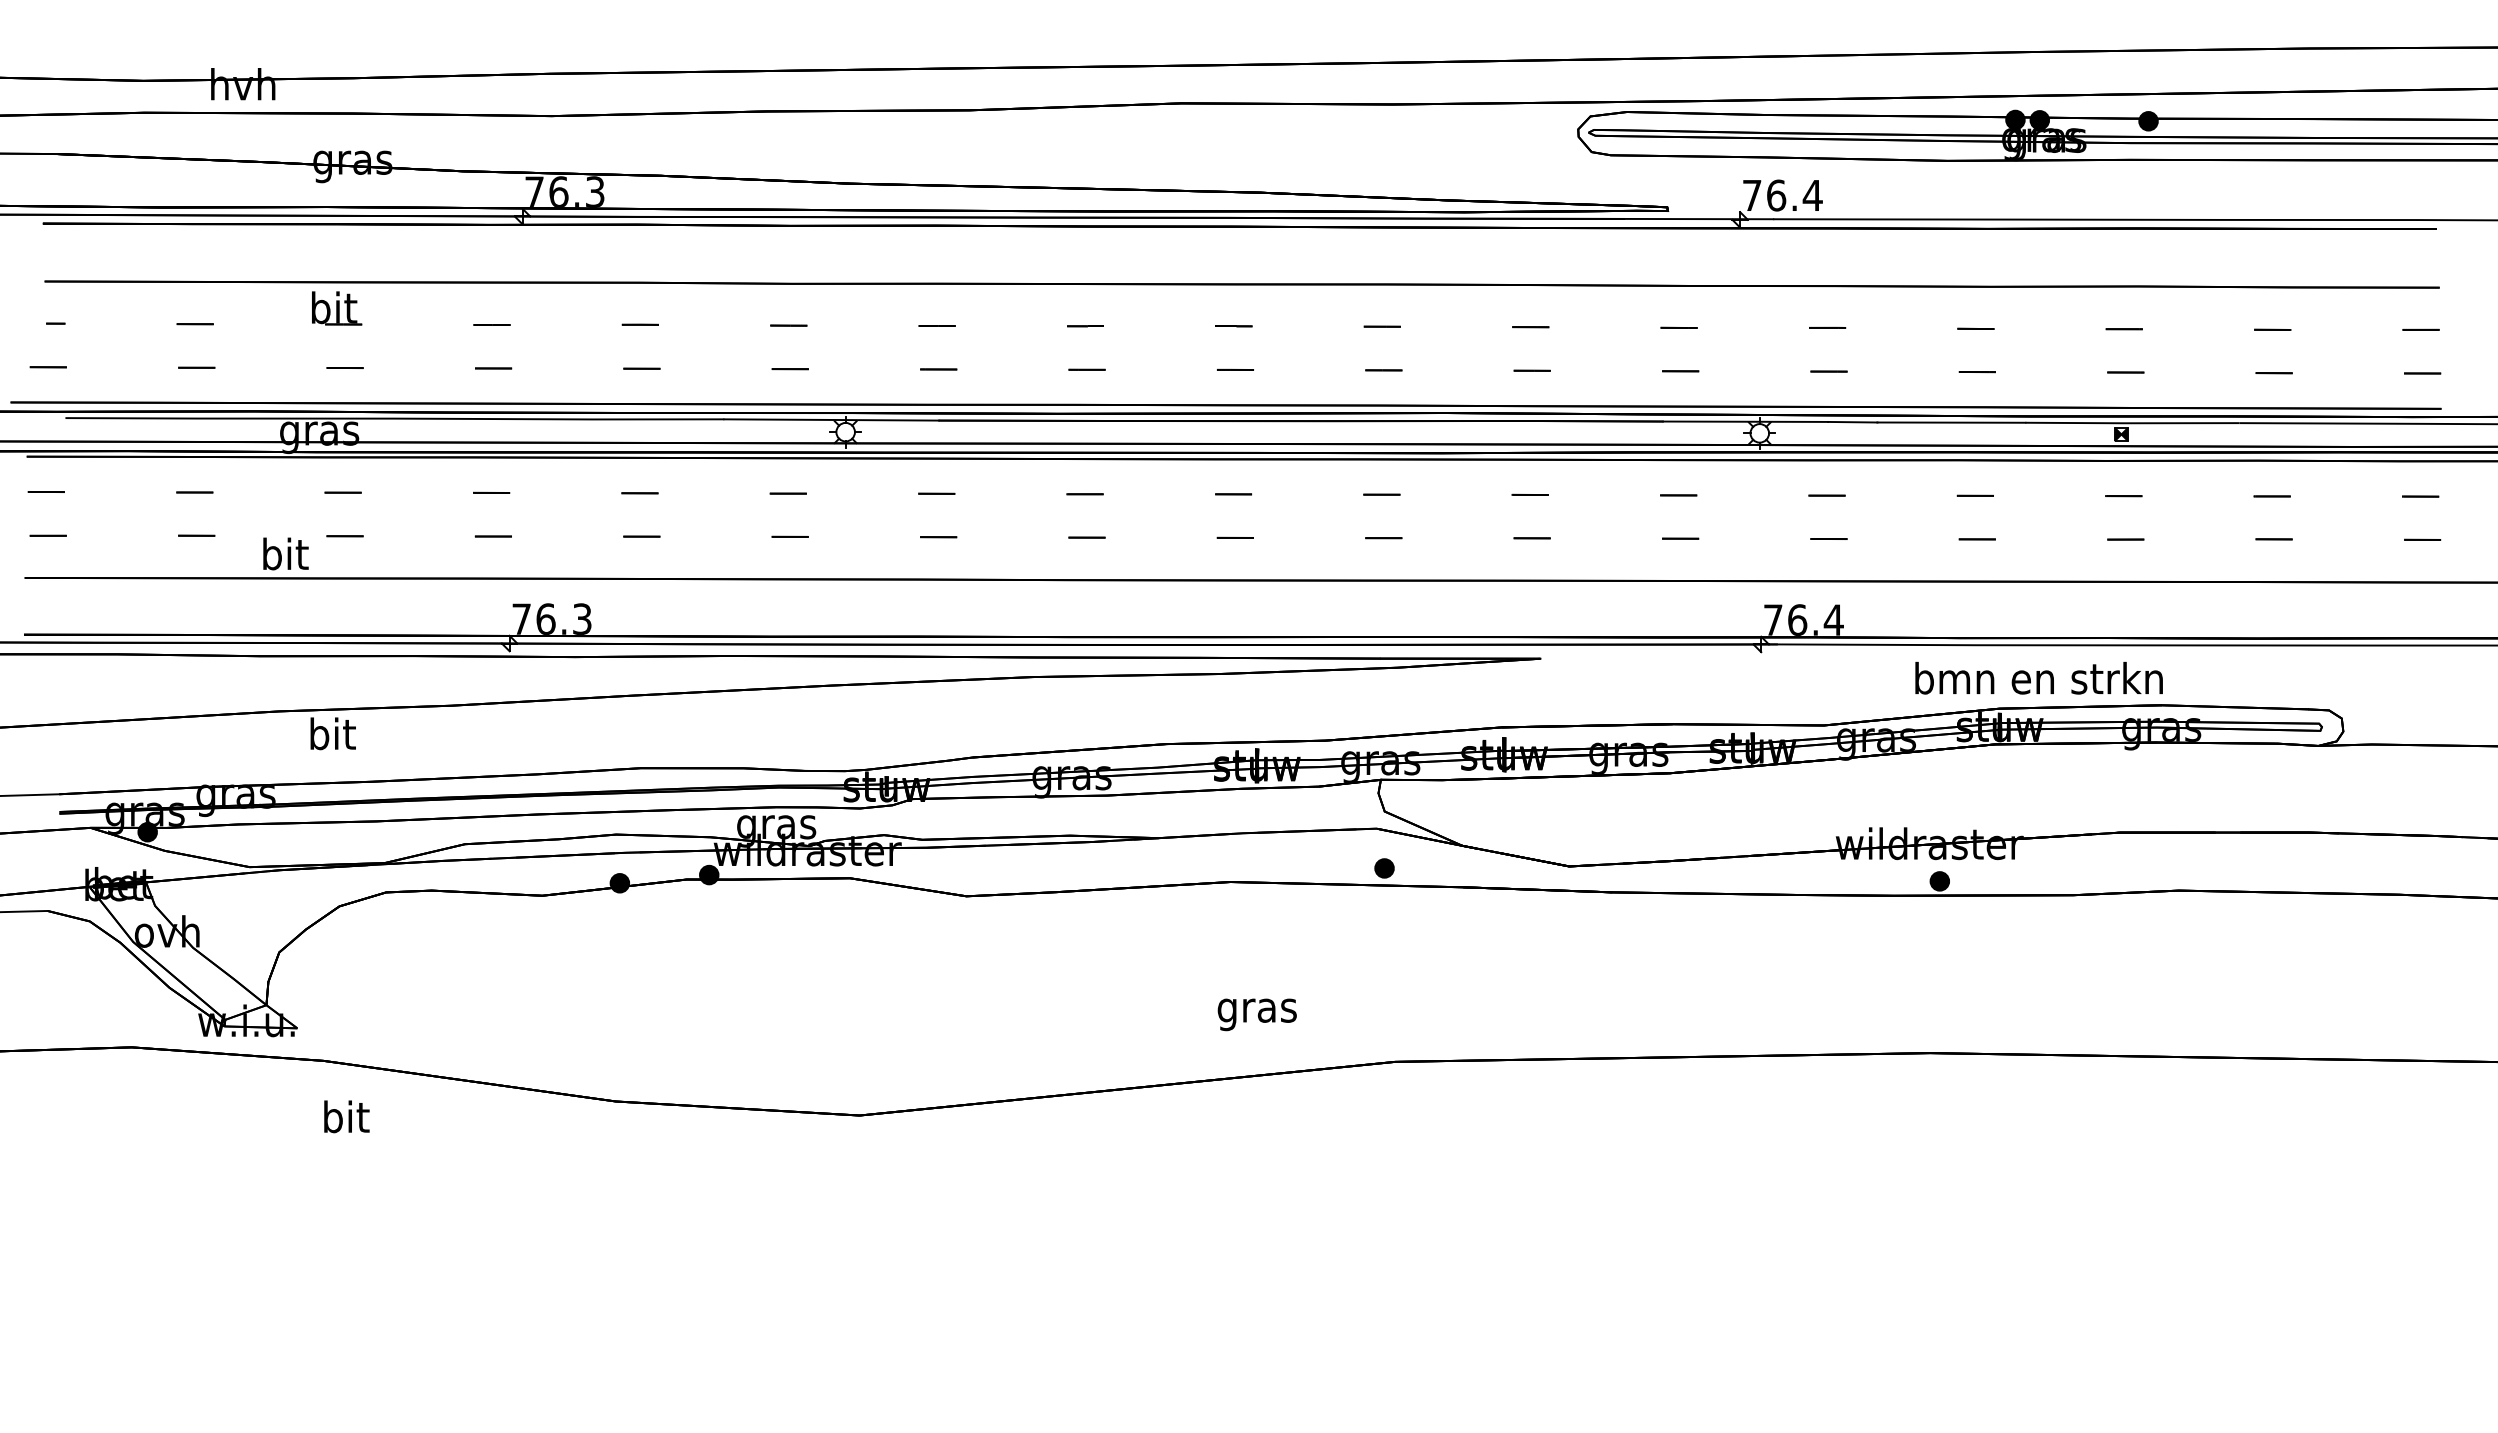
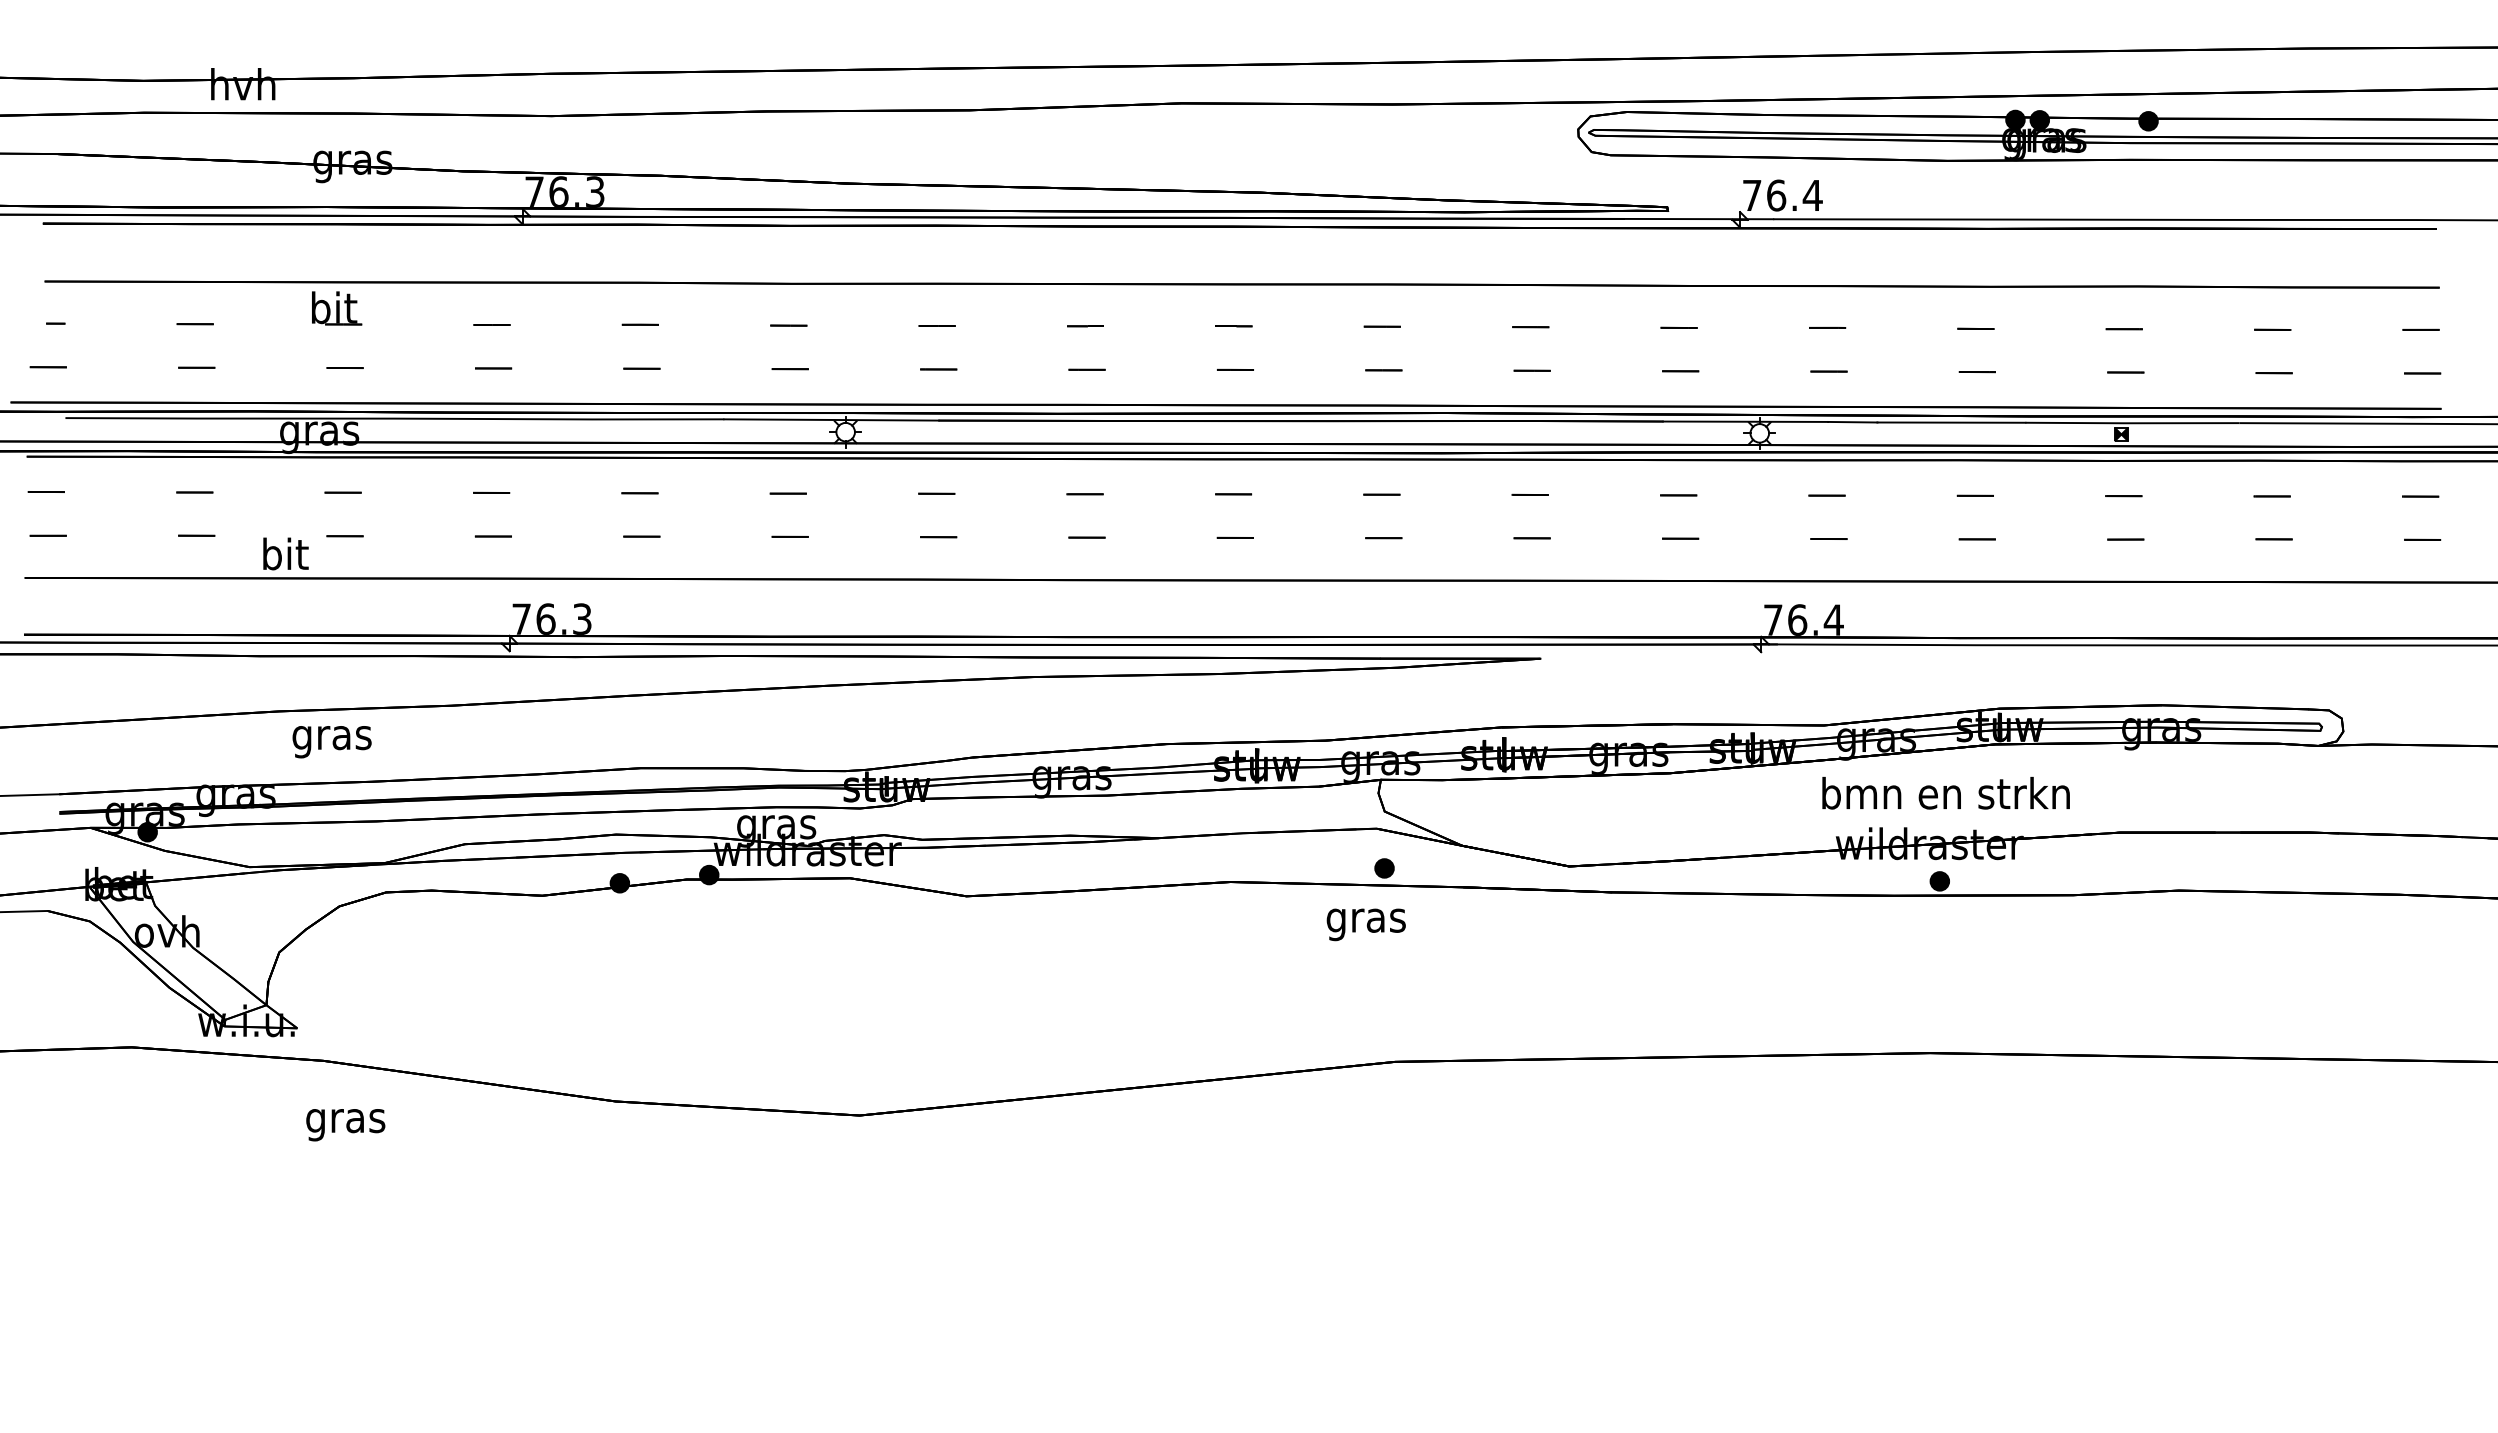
text at (2038, 678) position: (2038, 678) -> (1945, 793)
text at (331, 737): bit -> gras
text at (1256, 1014) position: (1256, 1014) -> (1365, 924)
text at (345, 1120): bit -> gras
